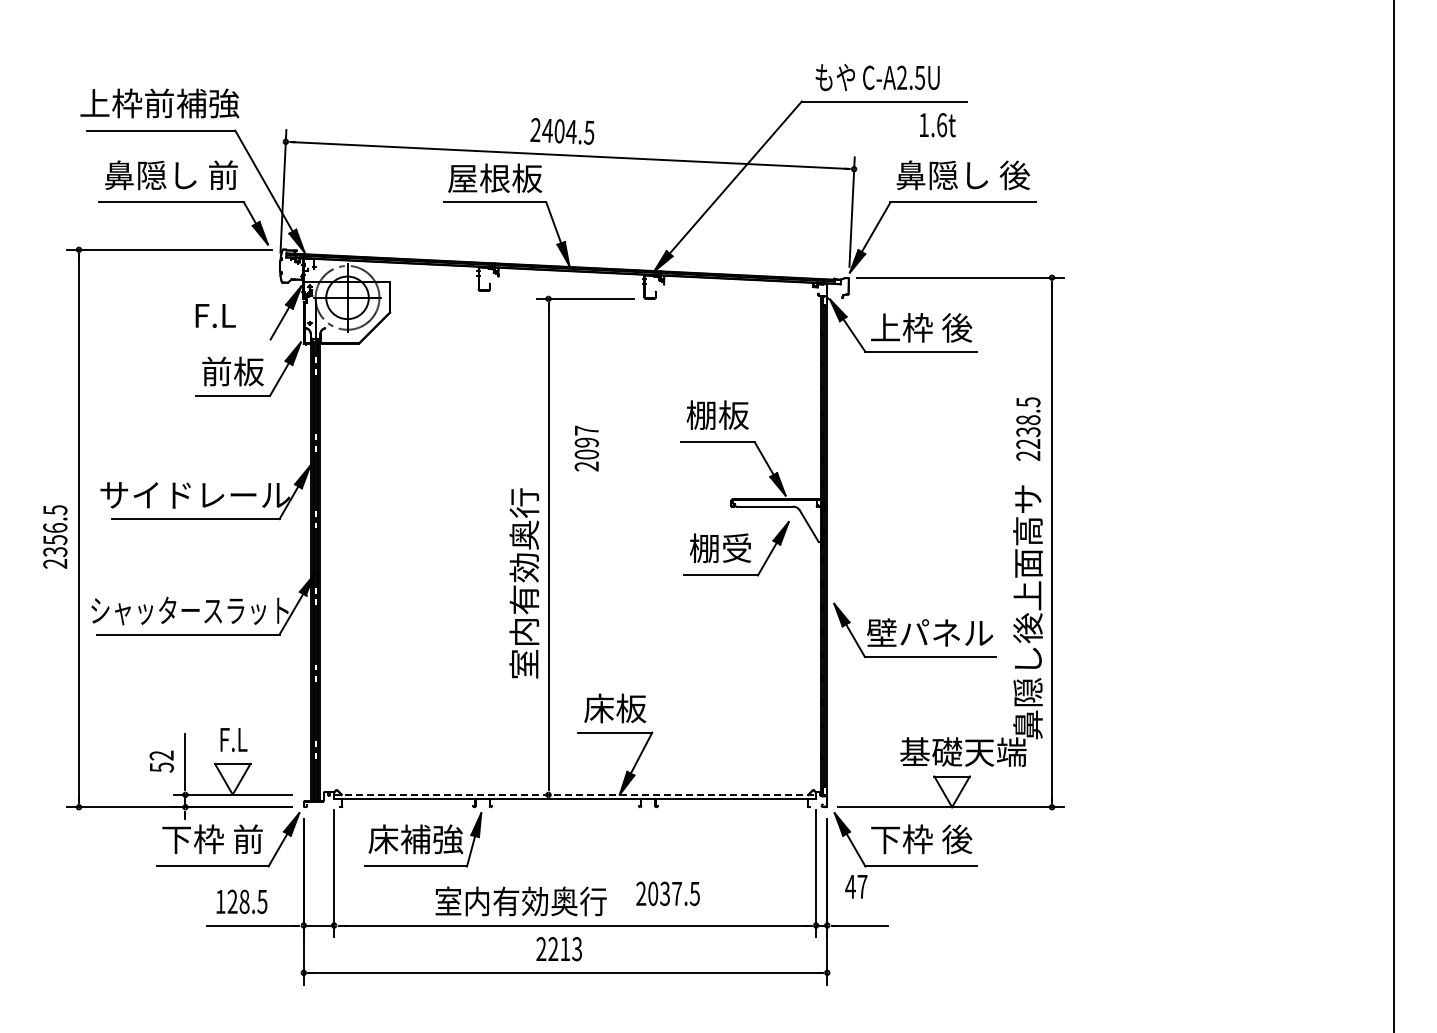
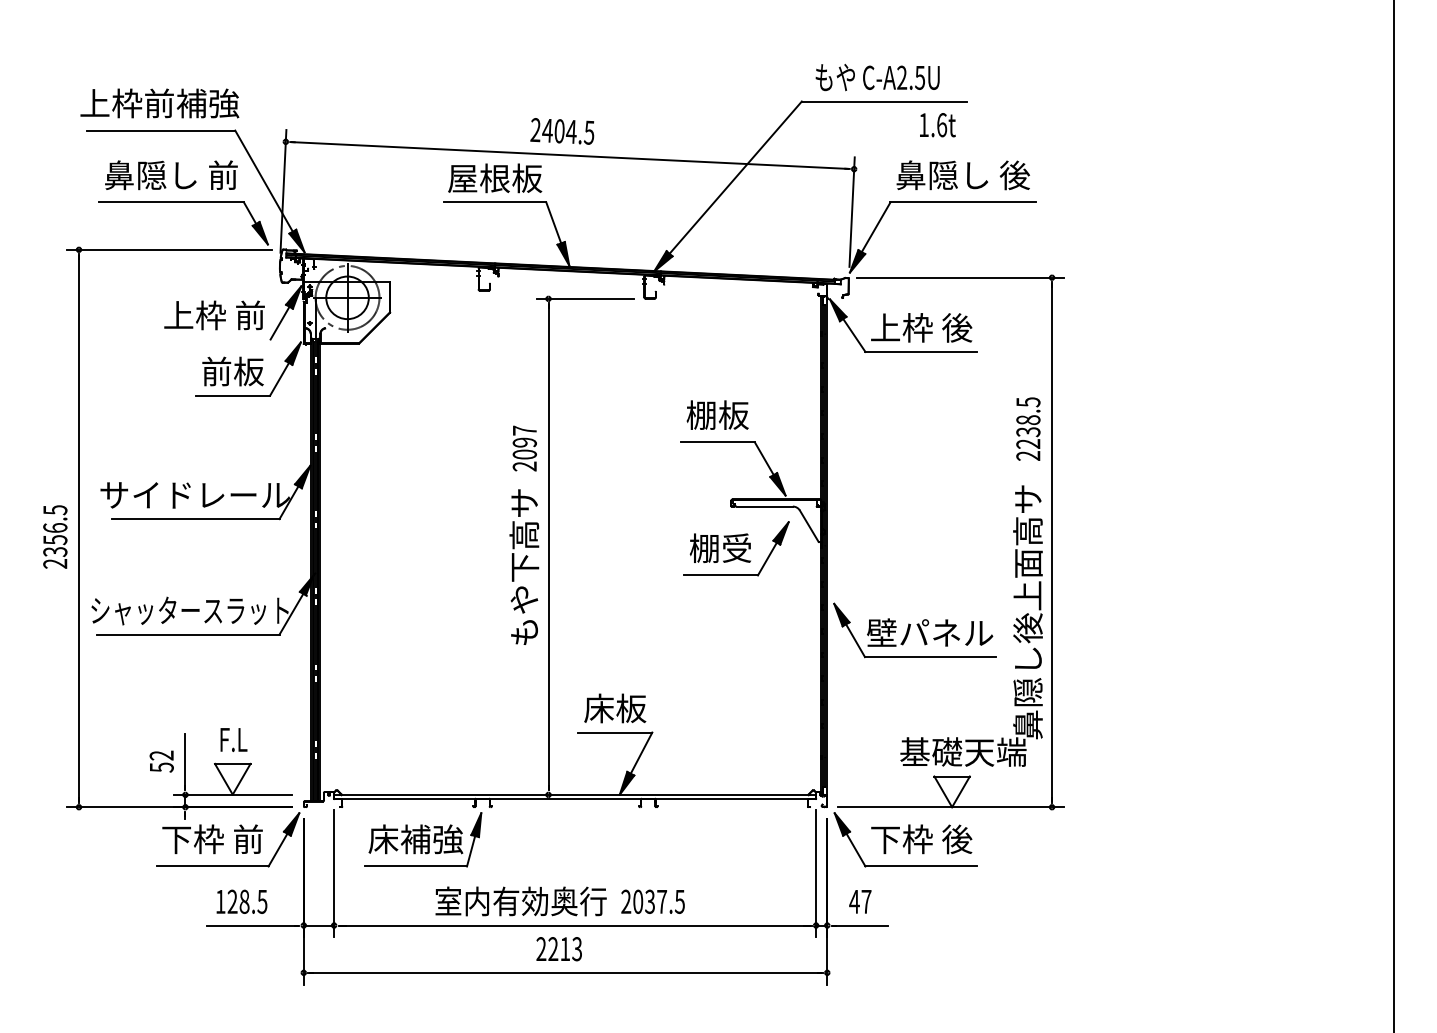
text at (214, 315): F.L -> 上枠 前
text at (586, 448) position: (586, 448) -> (524, 448)
text at (524, 583): 室内有効奥行 -> もや下高サ
line at (575, 794): dashed -> solid
text at (856, 886) position: (856, 886) -> (860, 901)
text at (667, 893) position: (667, 893) -> (652, 901)
